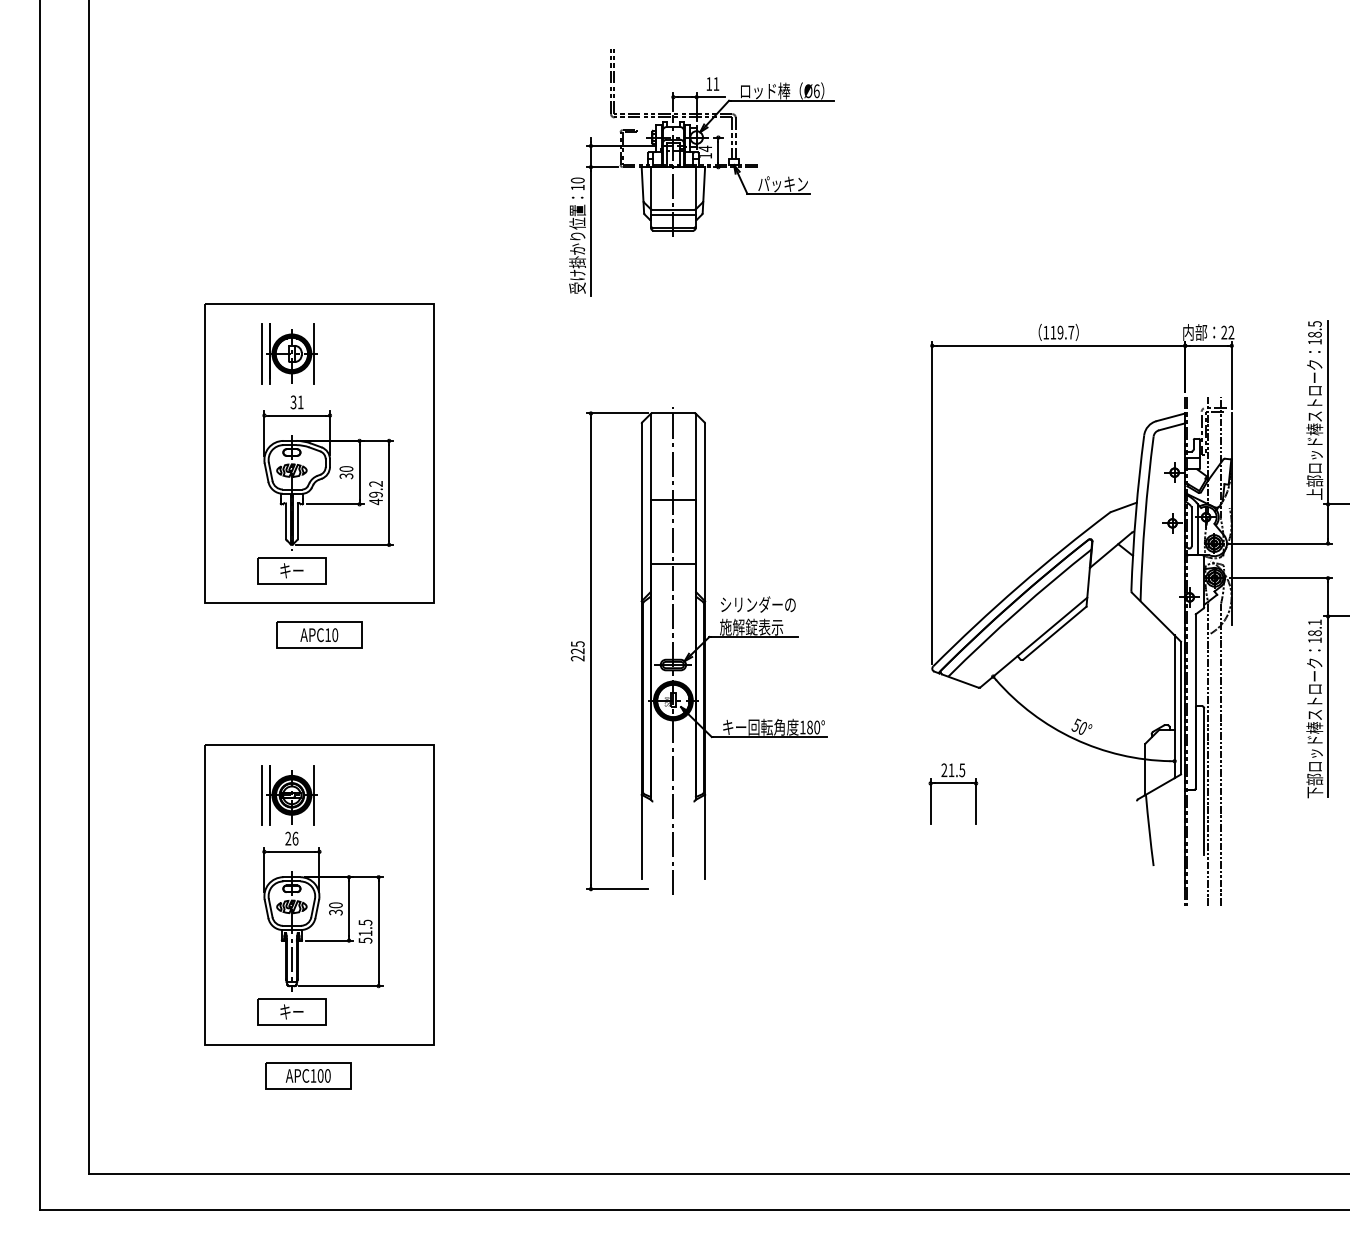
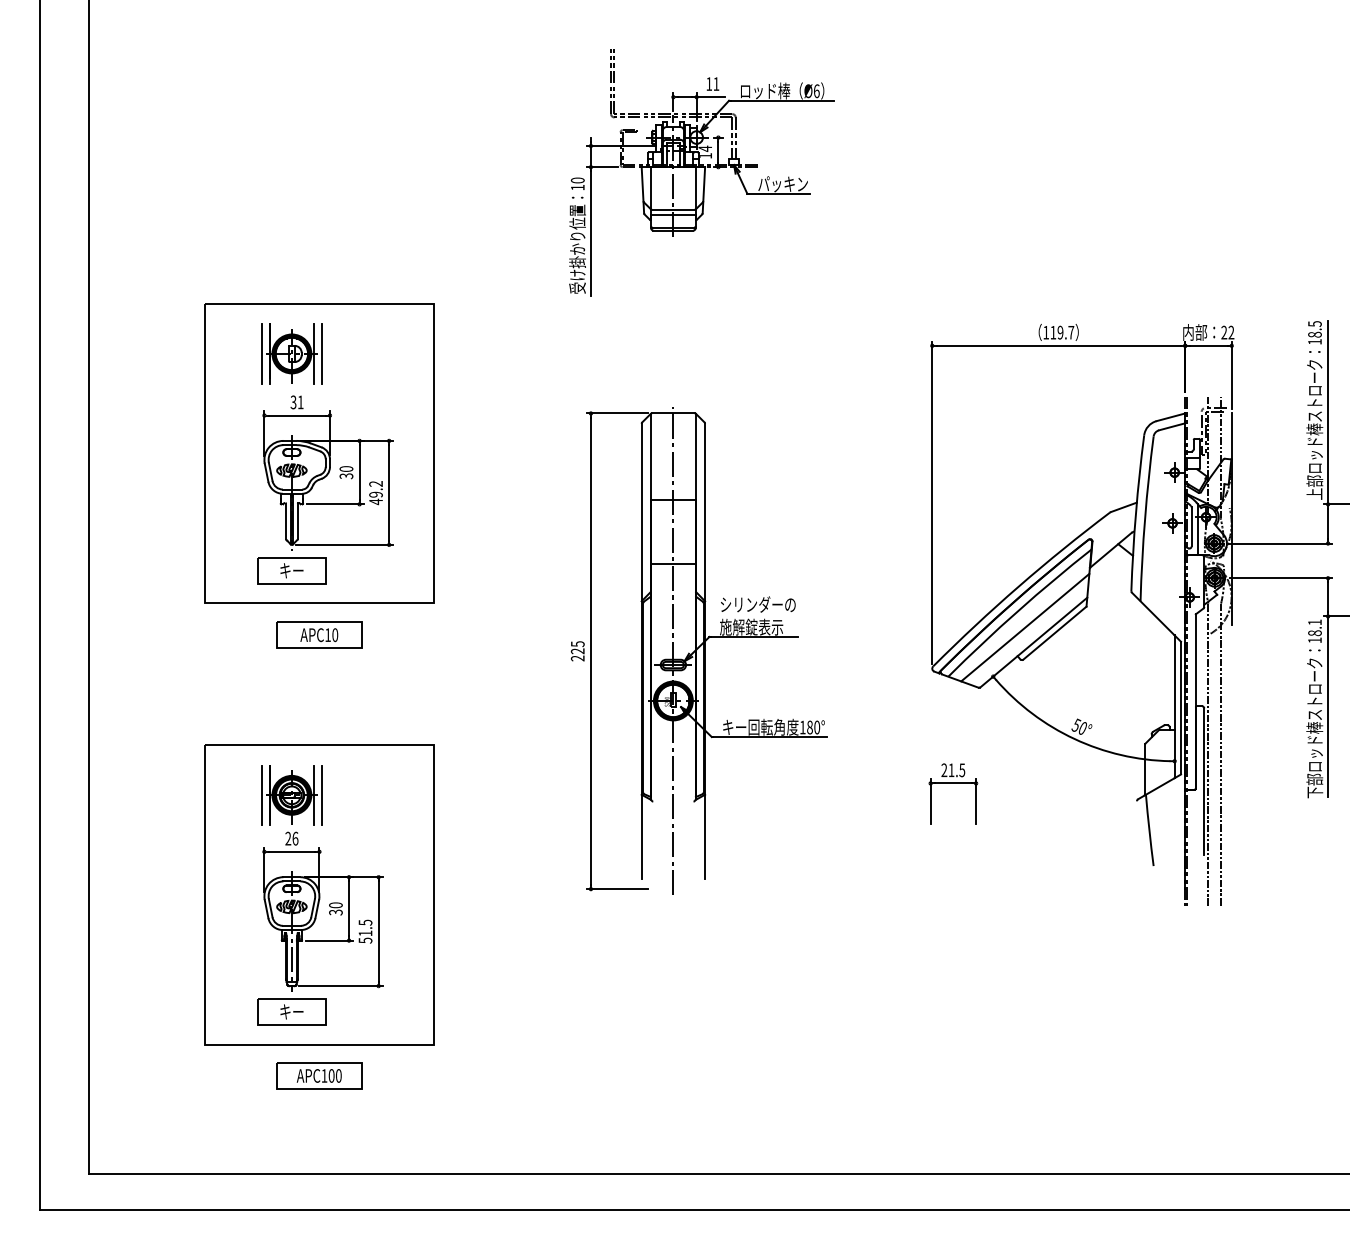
line at (322, 353): none -> present
line at (1025, 627): none -> present
line at (322, 794): none -> present
part at (308, 1075) position: (308, 1075) -> (319, 1075)
